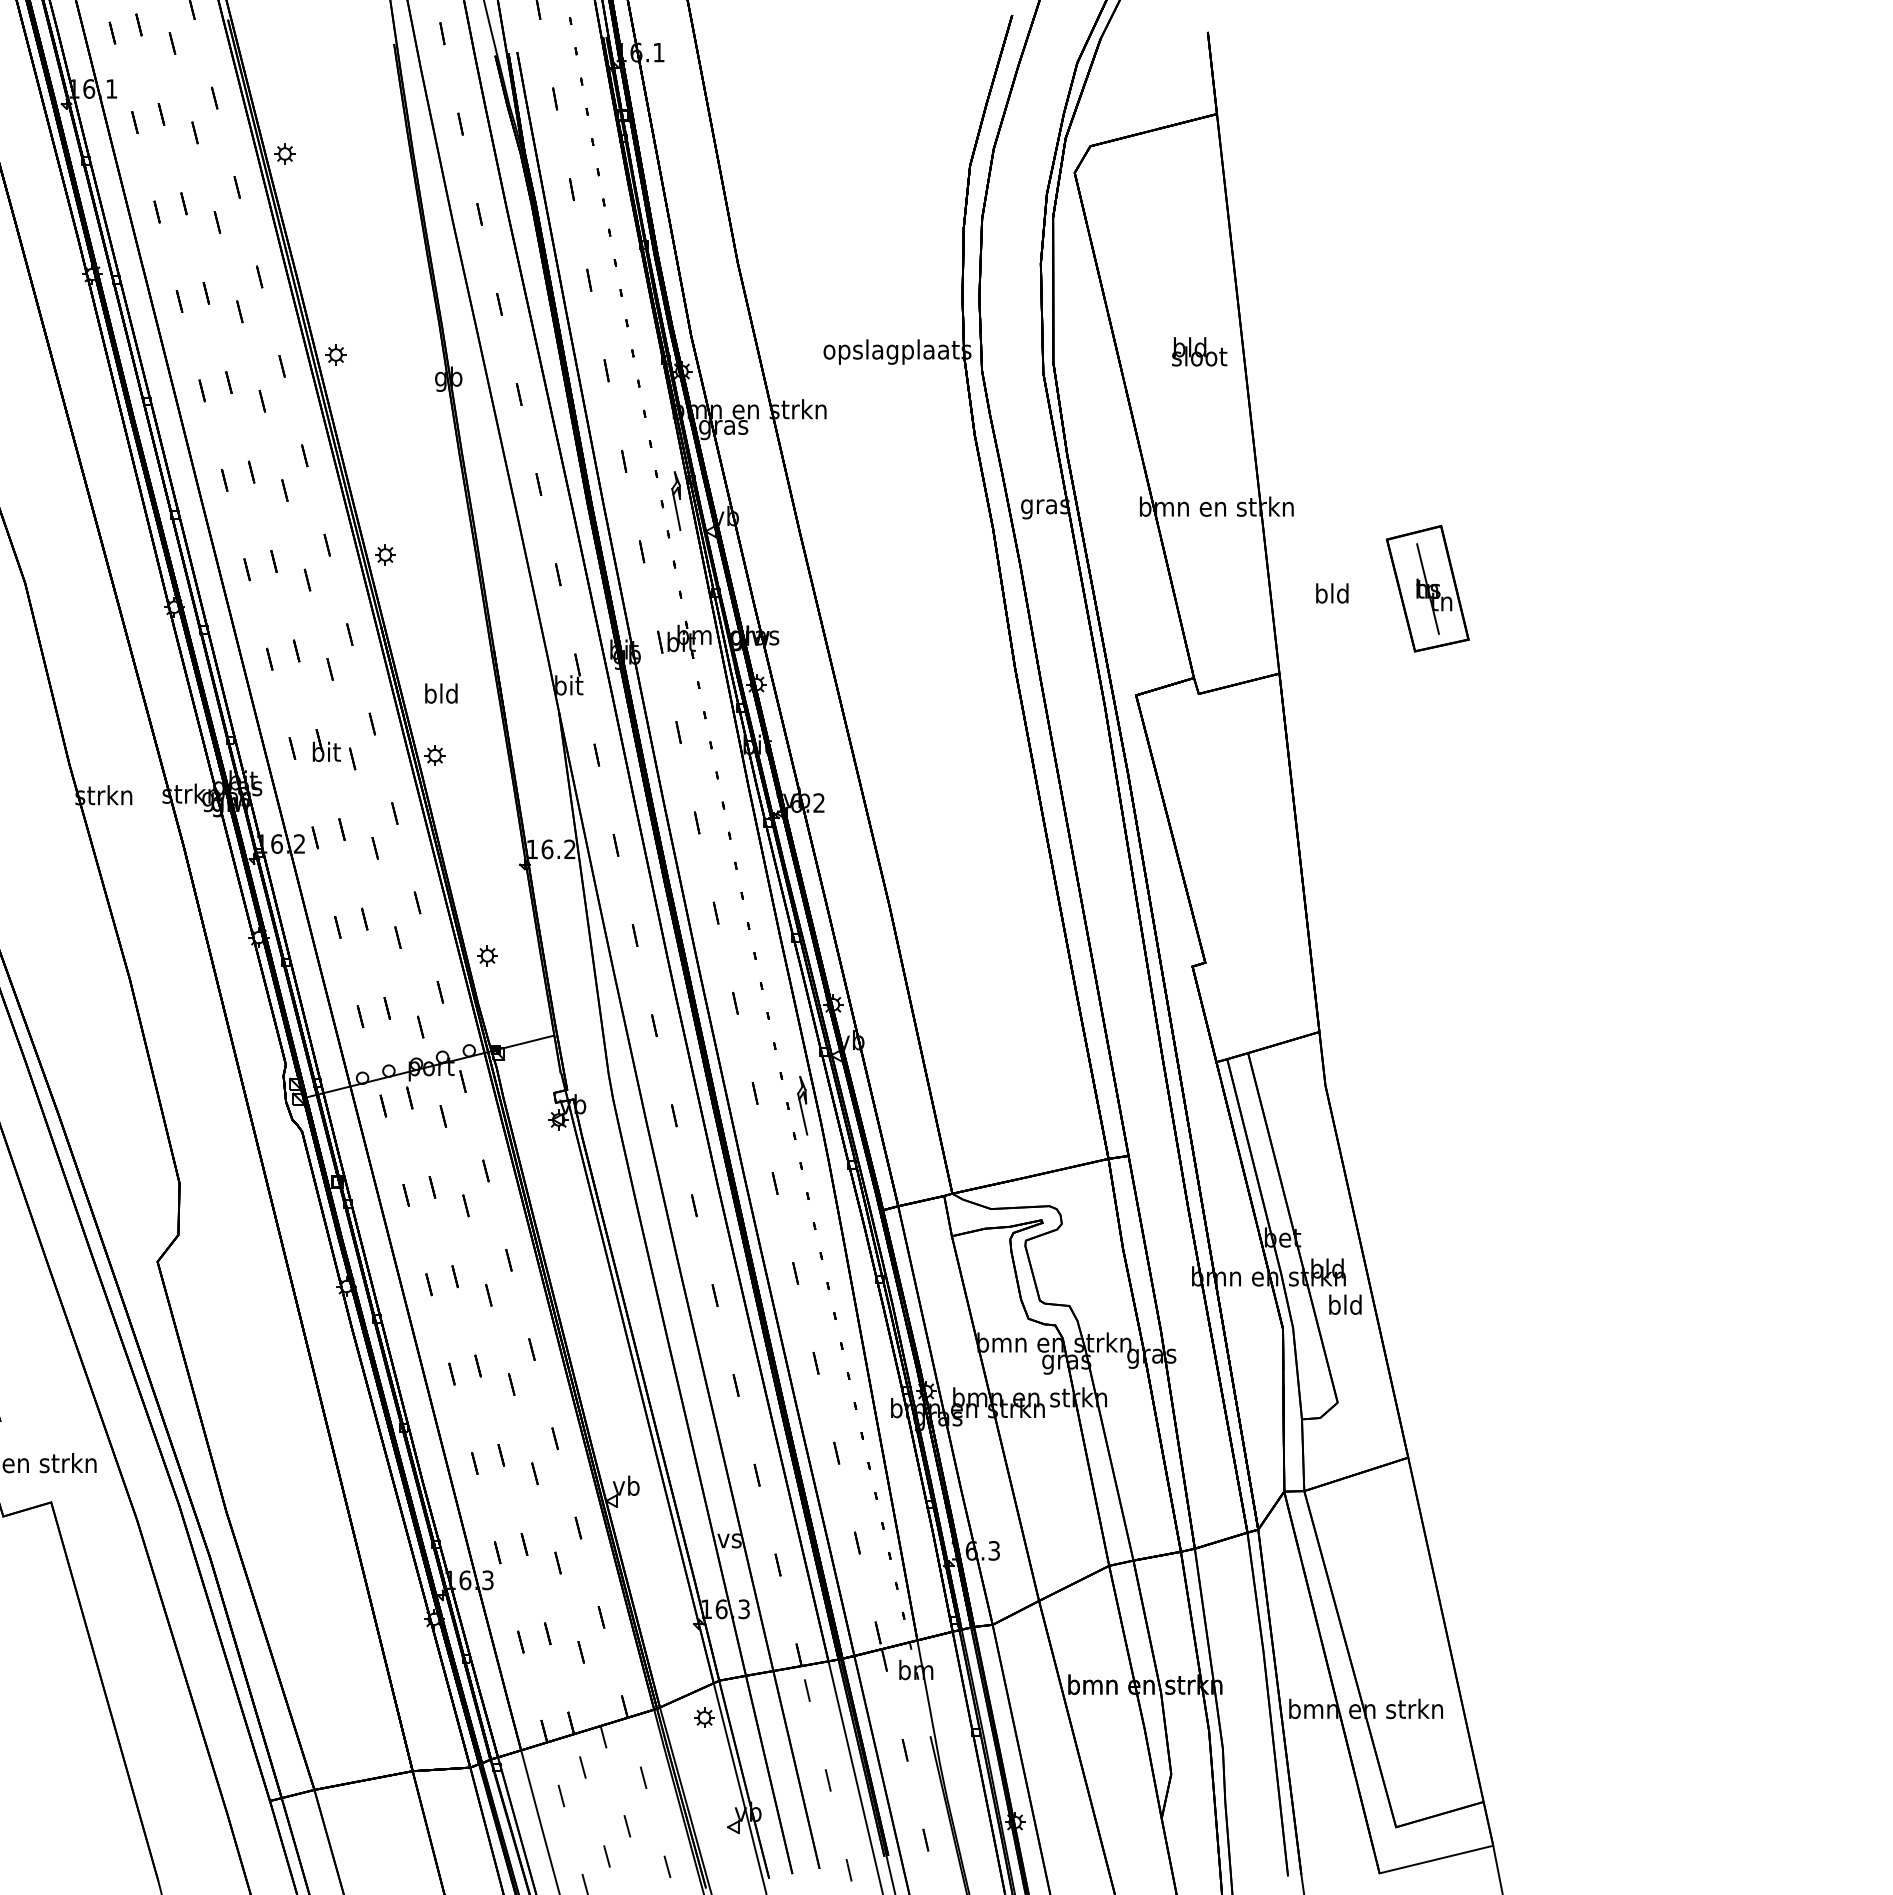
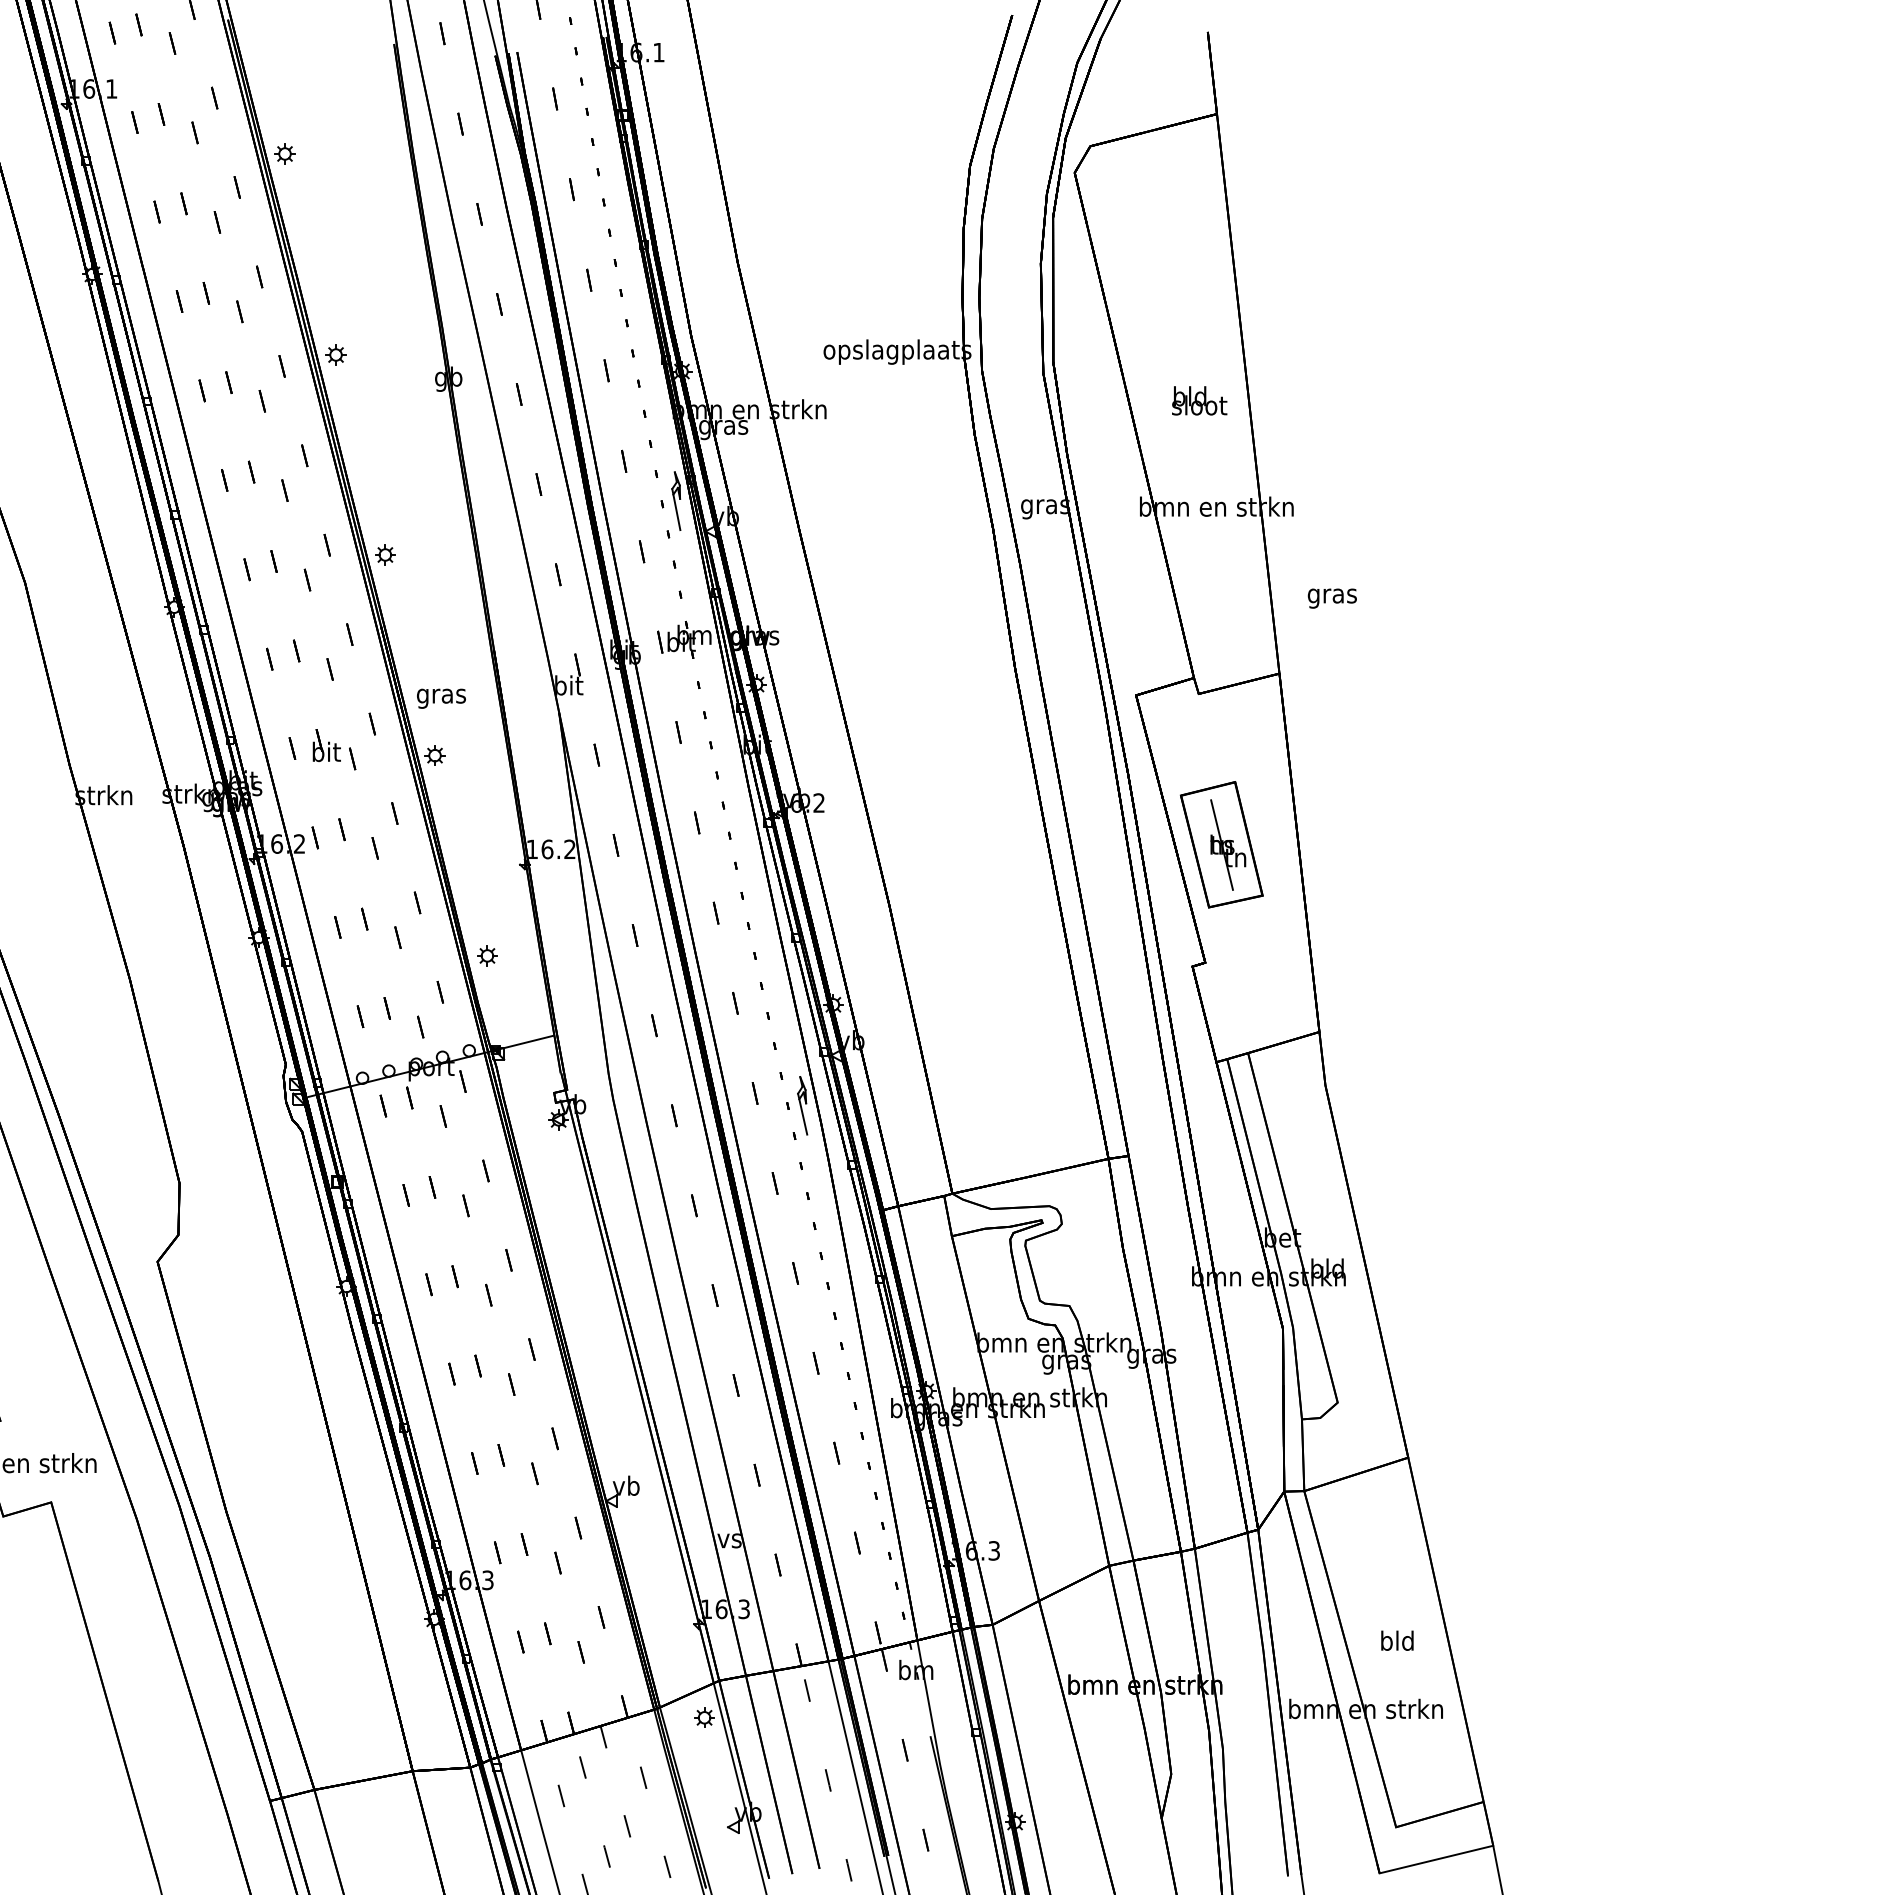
text at (1199, 351) position: (1199, 351) -> (1199, 400)
part at (1427, 588) position: (1427, 588) -> (1221, 844)
text at (1331, 595): bld -> gras
text at (441, 695): bld -> gras
text at (1345, 1304) position: (1345, 1304) -> (1397, 1640)
